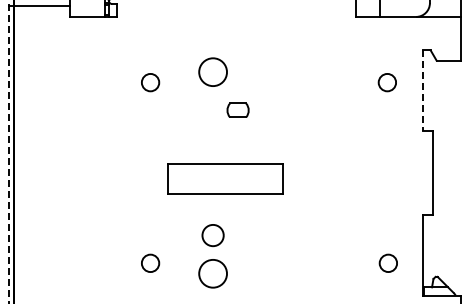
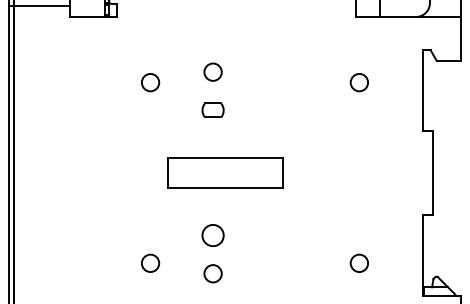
circle at (213, 72) diameter: 28 px -> 17 px
circle at (386, 82) position: (386, 82) -> (358, 82)
line at (423, 91): dashed -> solid
part at (237, 109) position: (237, 109) -> (212, 109)
line at (8, 152): dashed -> solid
part at (225, 178) position: (225, 178) -> (225, 172)
circle at (387, 262) position: (387, 262) -> (358, 262)
circle at (213, 273) diameter: 28 px -> 17 px
